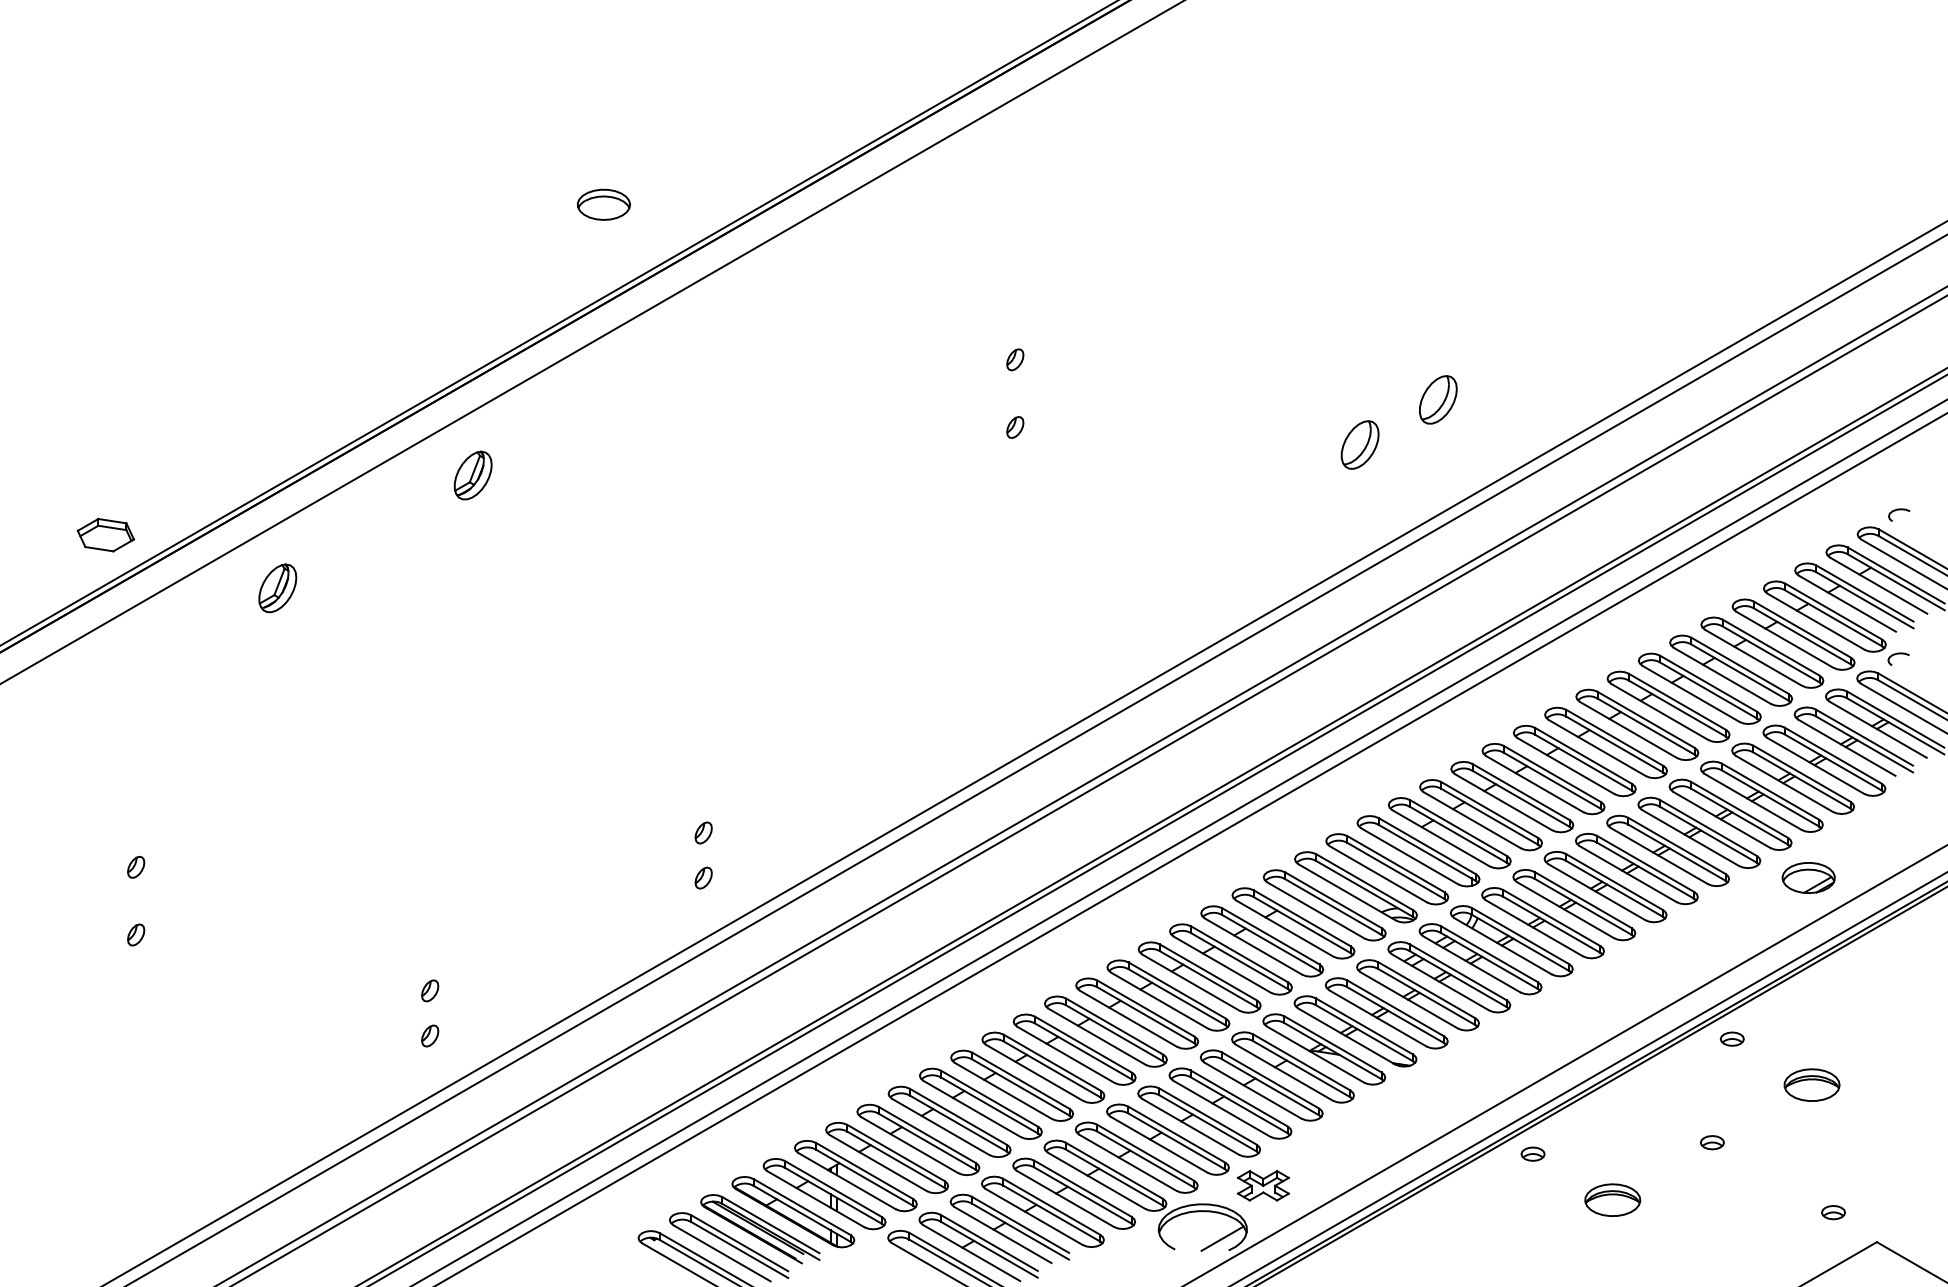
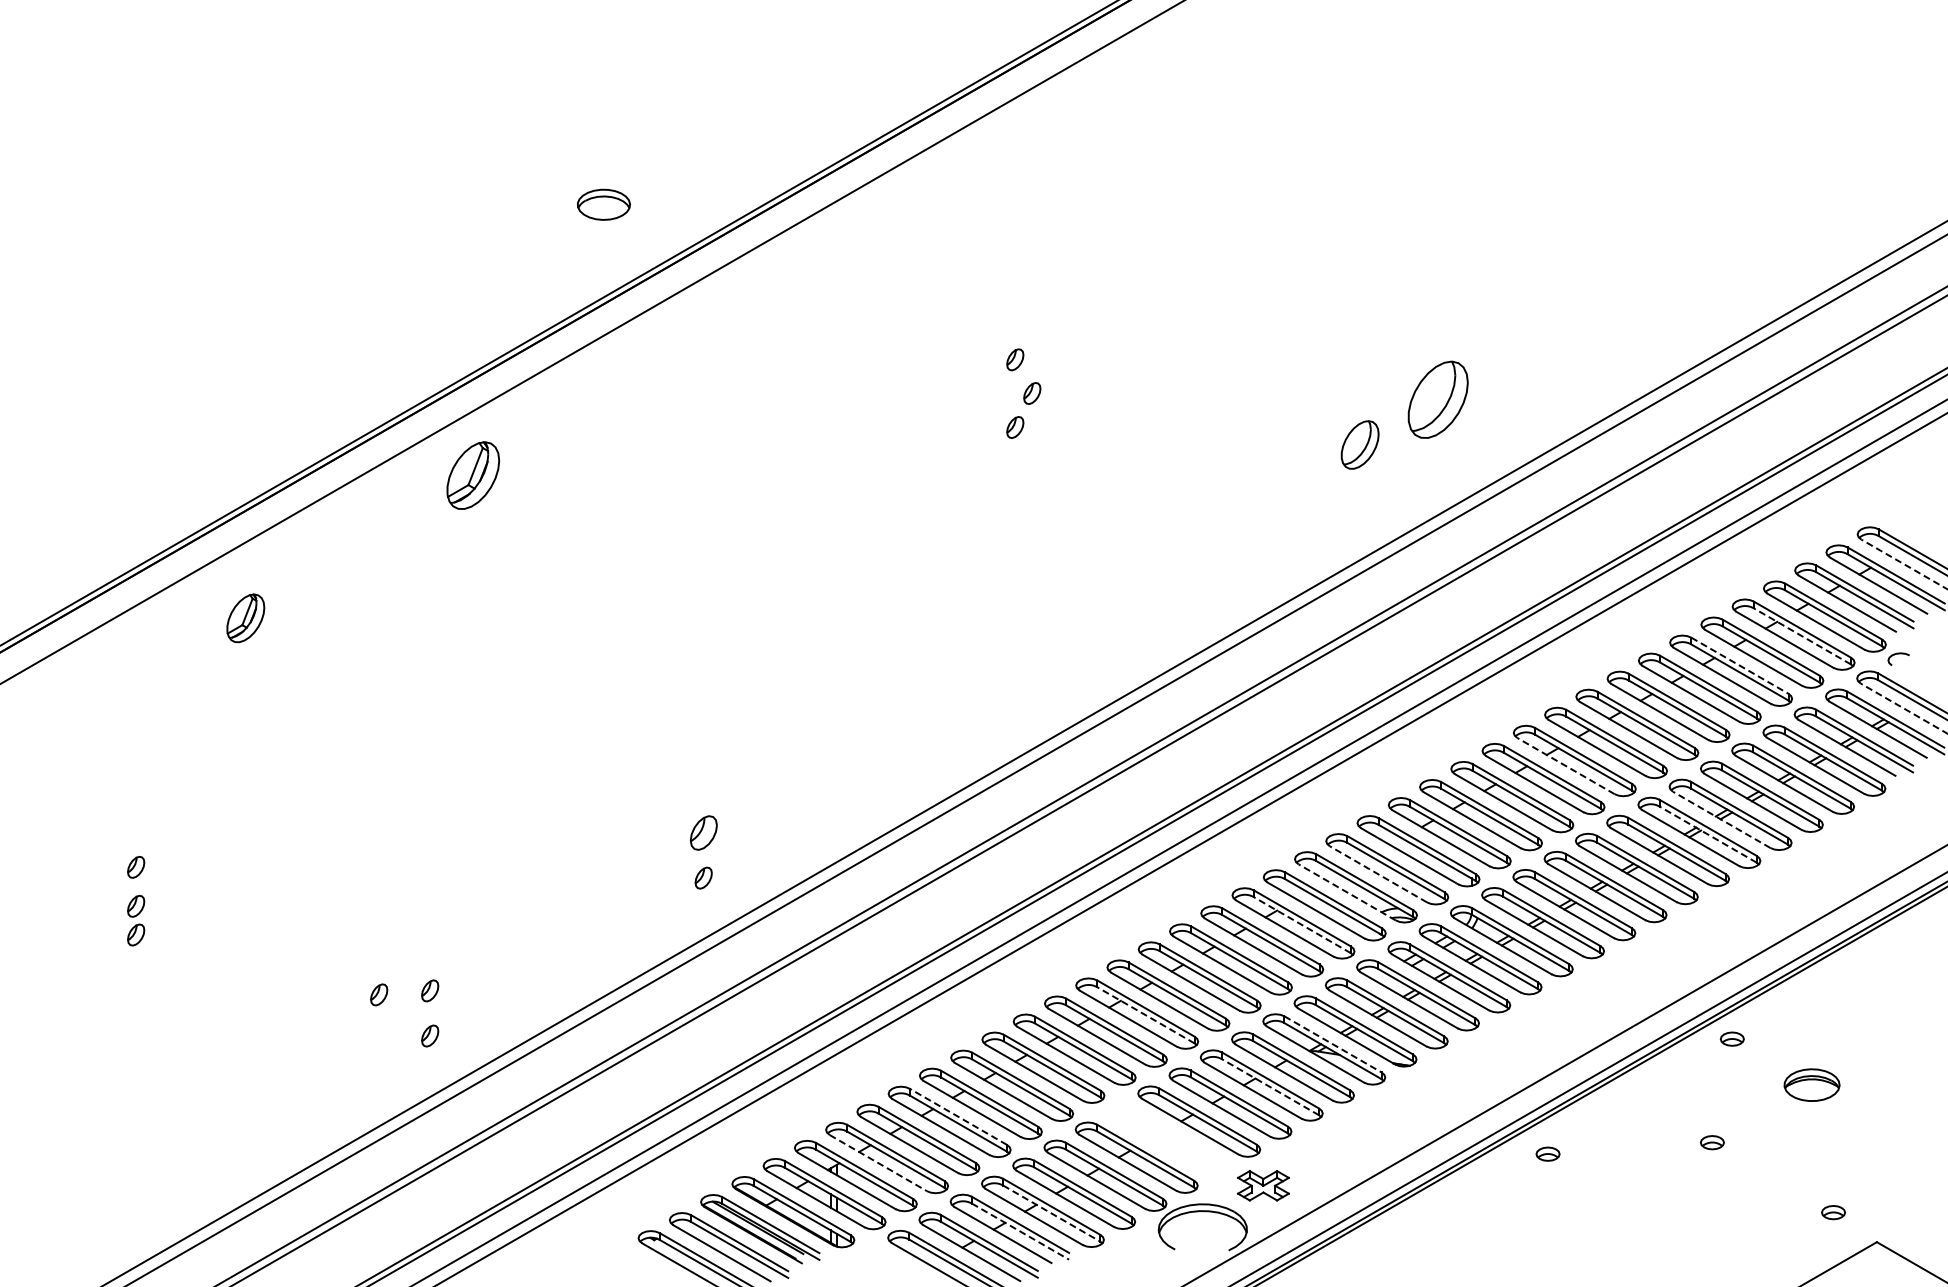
part at (1032, 393): none -> present
part at (1438, 399) size: 39x50 px -> 62x79 px
part at (472, 475) size: 40x51 px -> 55x69 px
curve at (1899, 510): present -> none
part at (105, 534): present -> none
line at (1904, 564): solid -> dashed
part at (277, 588) position: (277, 588) -> (245, 618)
line at (1801, 636): solid -> dashed
line at (1740, 665): solid -> dashed
line at (1903, 708): solid -> dashed
line at (1565, 765): solid -> dashed
line at (1721, 819): solid -> dashed
part at (703, 832) size: 19x24 px -> 29x36 px
line at (1707, 834): solid -> dashed
line at (1378, 874): solid -> dashed
part at (1808, 877): present -> none
line at (1346, 892): solid -> dashed
part at (136, 905): none -> present
line at (1301, 924): solid -> dashed
part at (379, 994): none -> present
line at (1145, 1015): solid -> dashed
line at (1333, 1044): solid -> dashed
line at (1270, 1087): solid -> dashed
line at (958, 1116): solid -> dashed
part at (1167, 1139): present -> none
part at (1532, 1153) position: (1532, 1153) -> (1547, 1153)
line at (878, 1163): solid -> dashed
part at (1612, 1199): present -> none
line at (1052, 1213): solid -> dashed
line at (1020, 1231): solid -> dashed
line at (1222, 1238): present -> none
